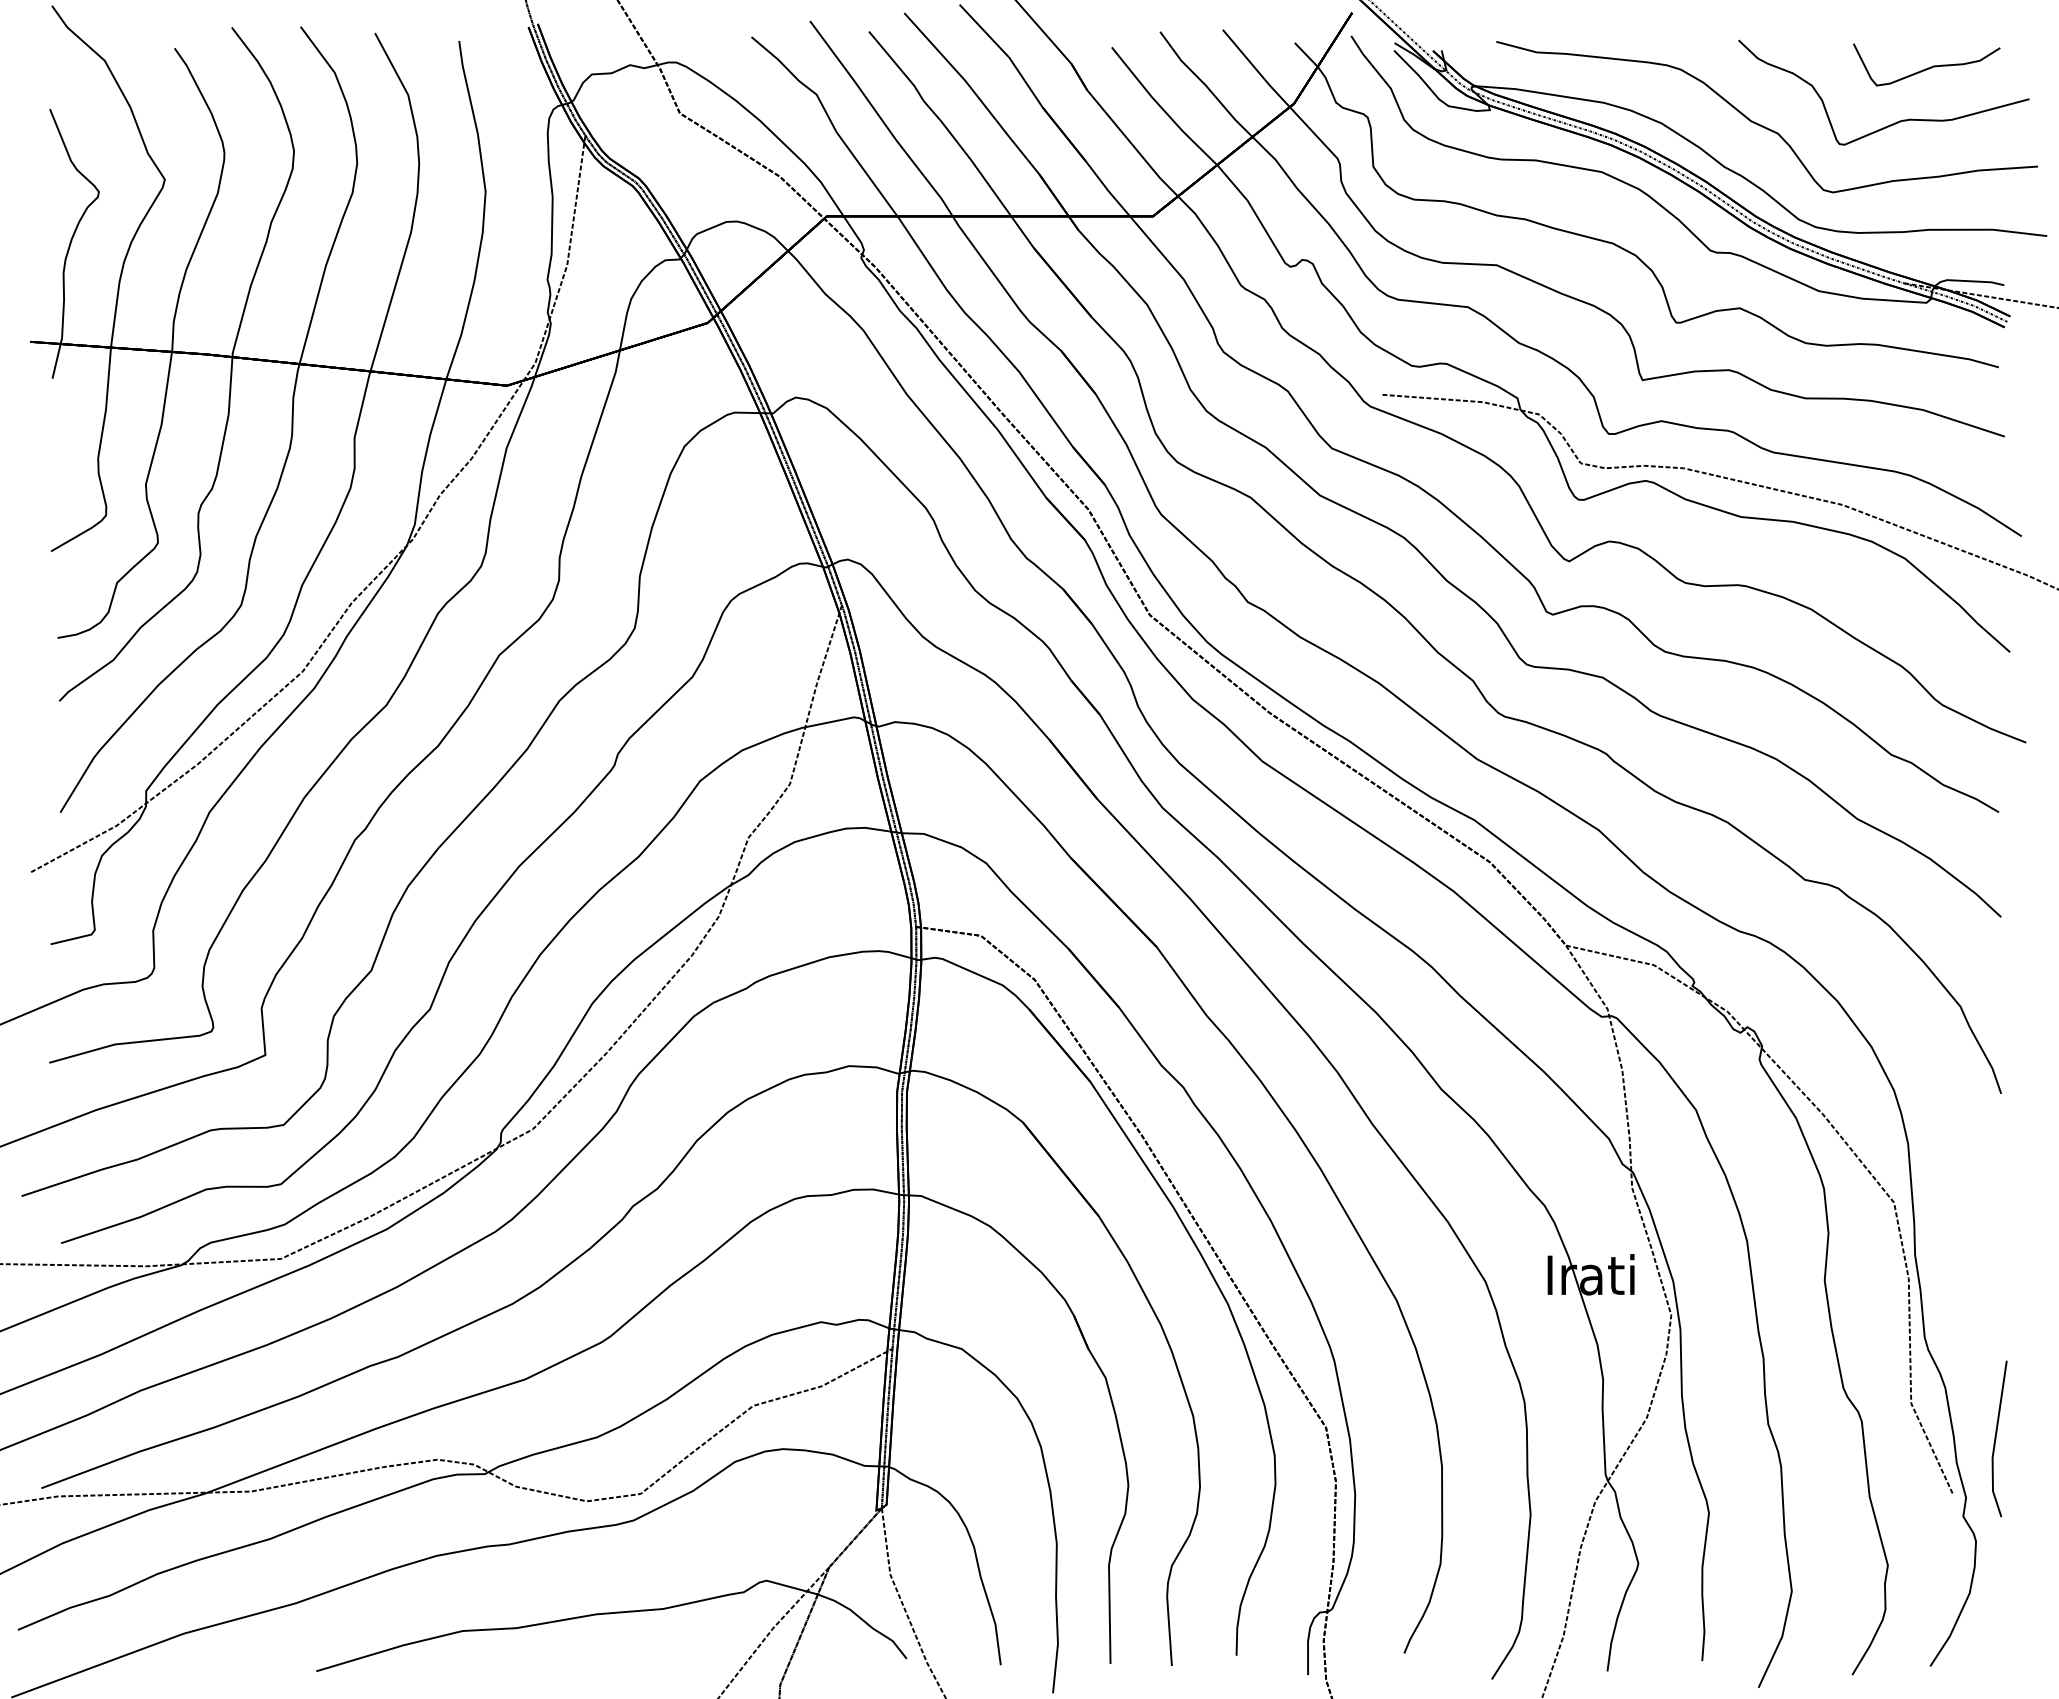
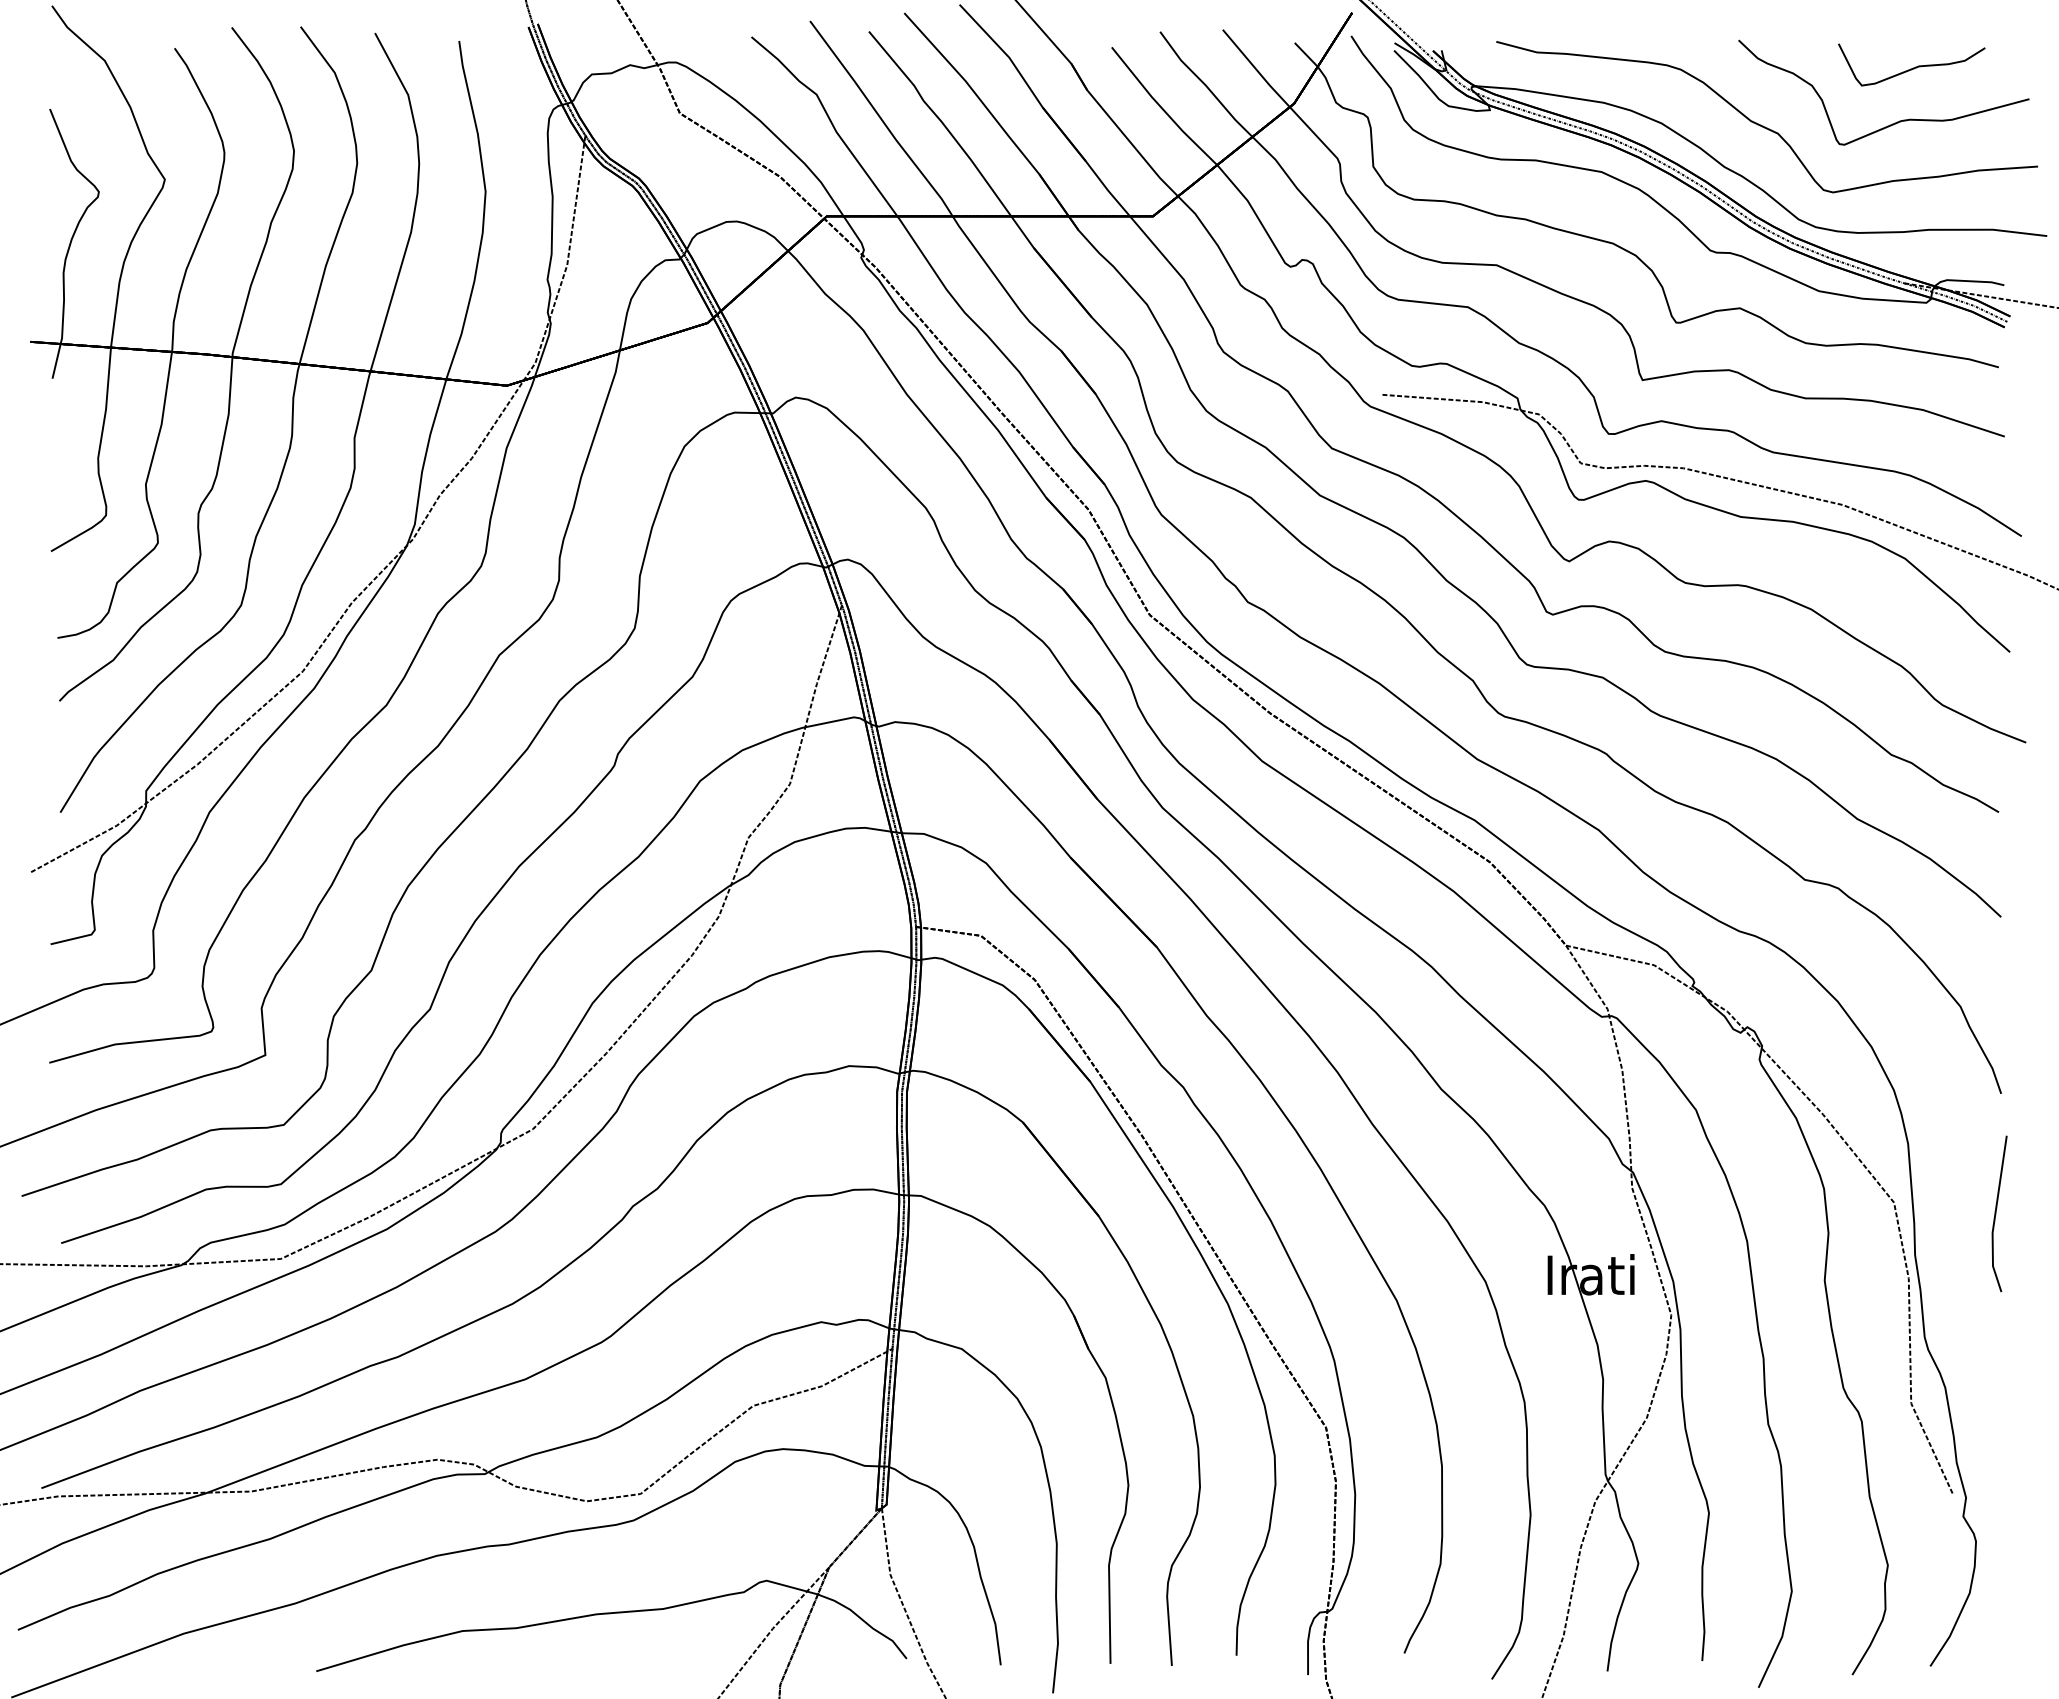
part at (1926, 64) position: (1926, 64) -> (1911, 64)
line at (1996, 1438) position: (1996, 1438) -> (1996, 1213)
